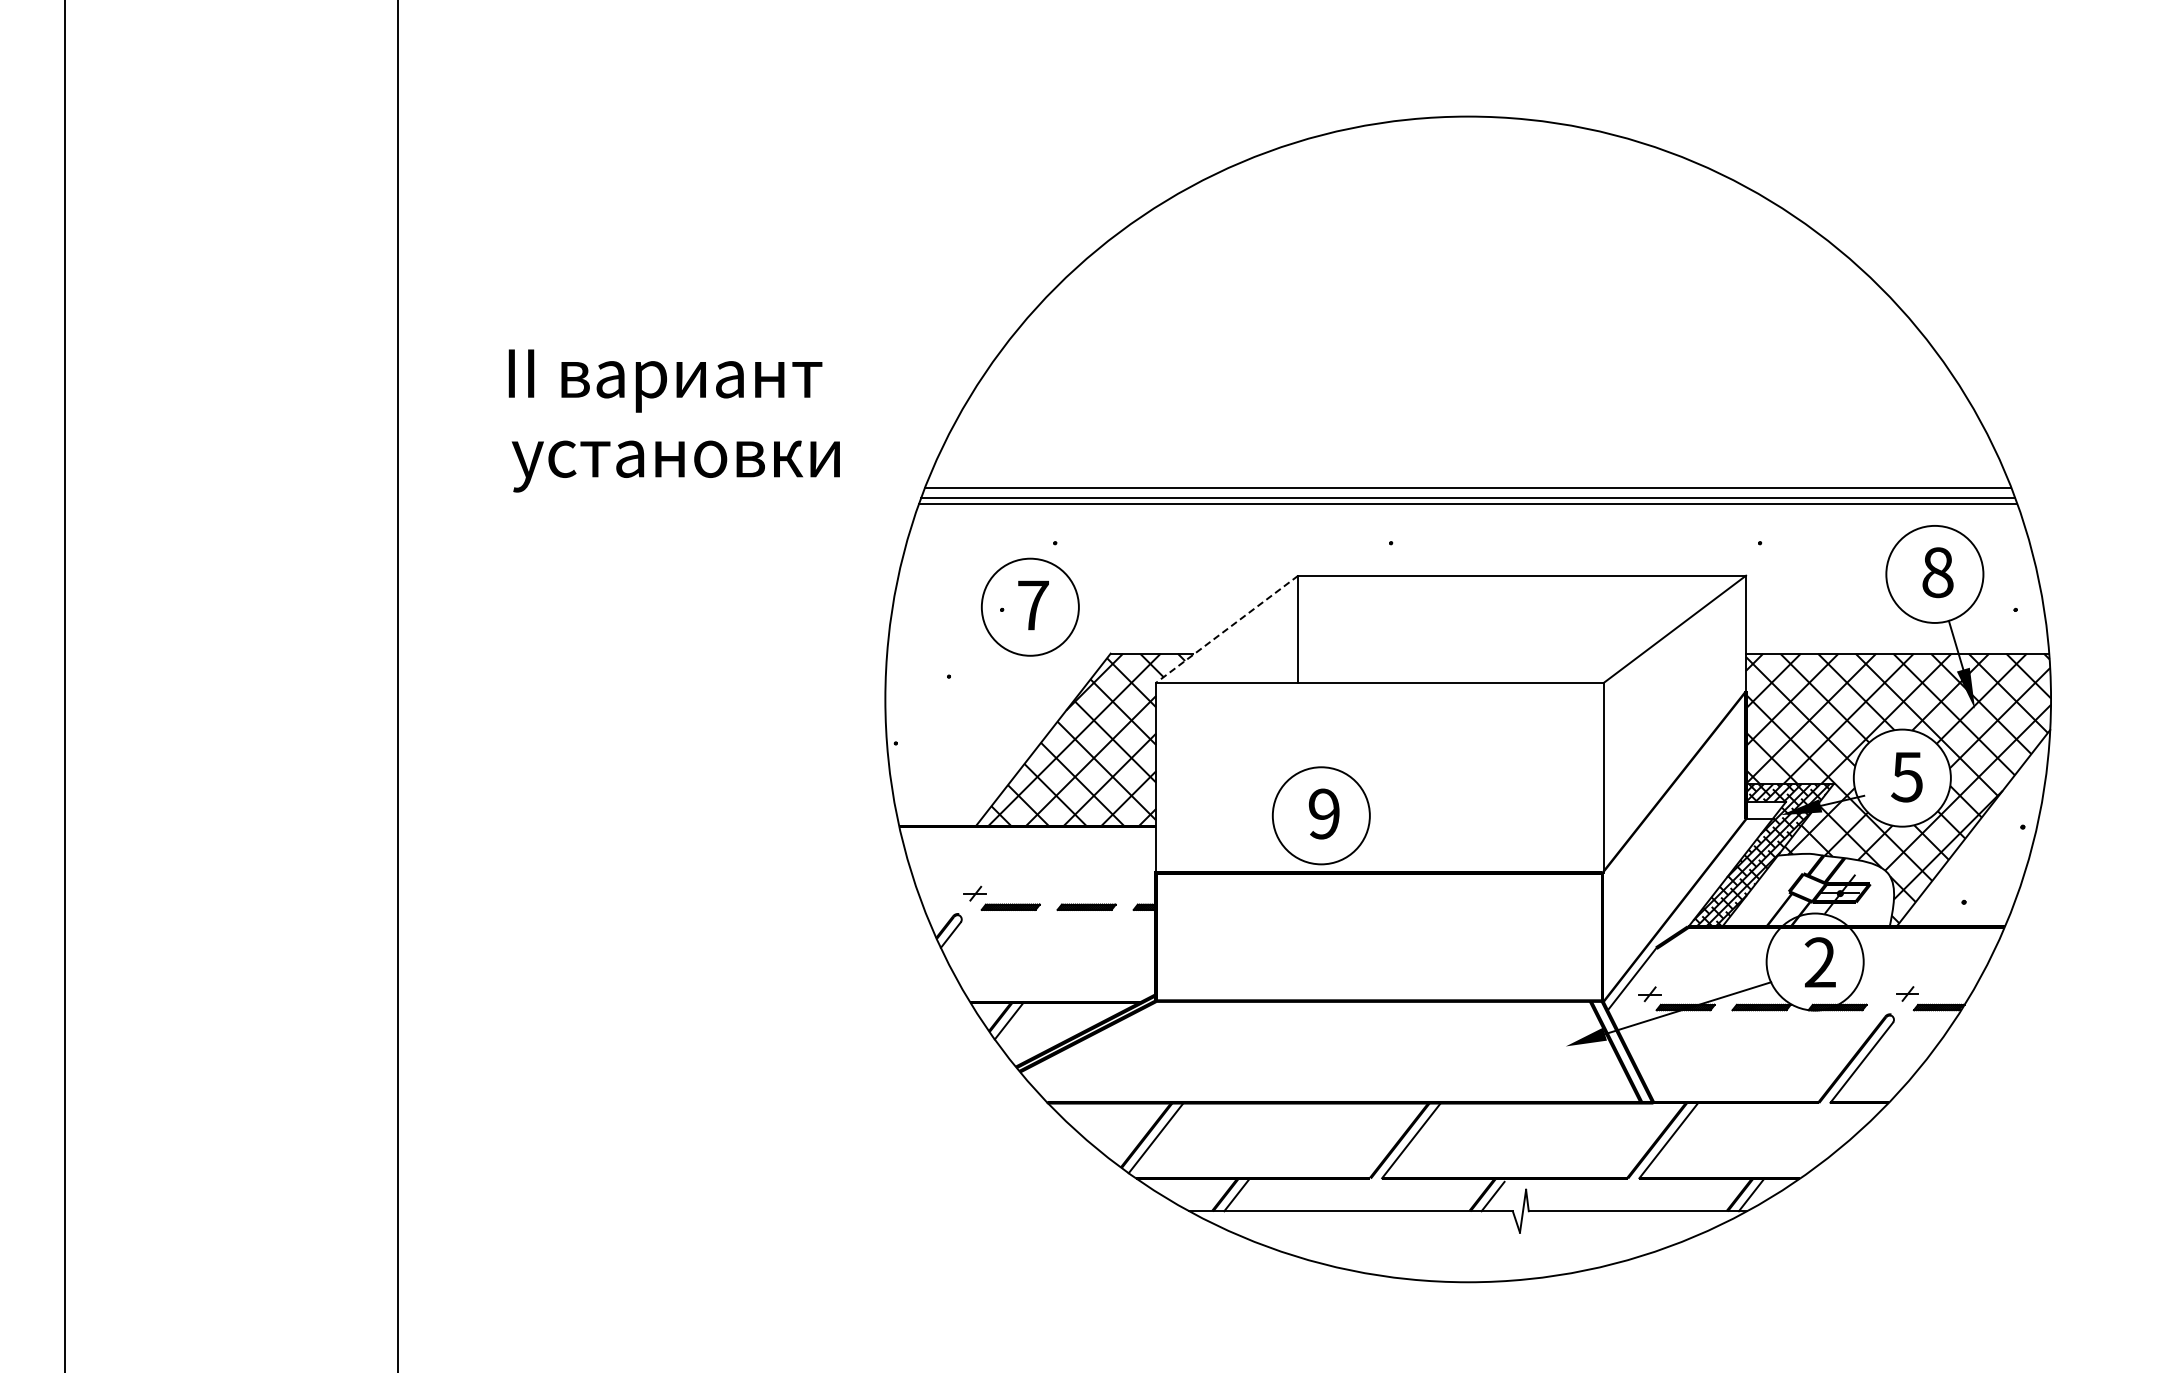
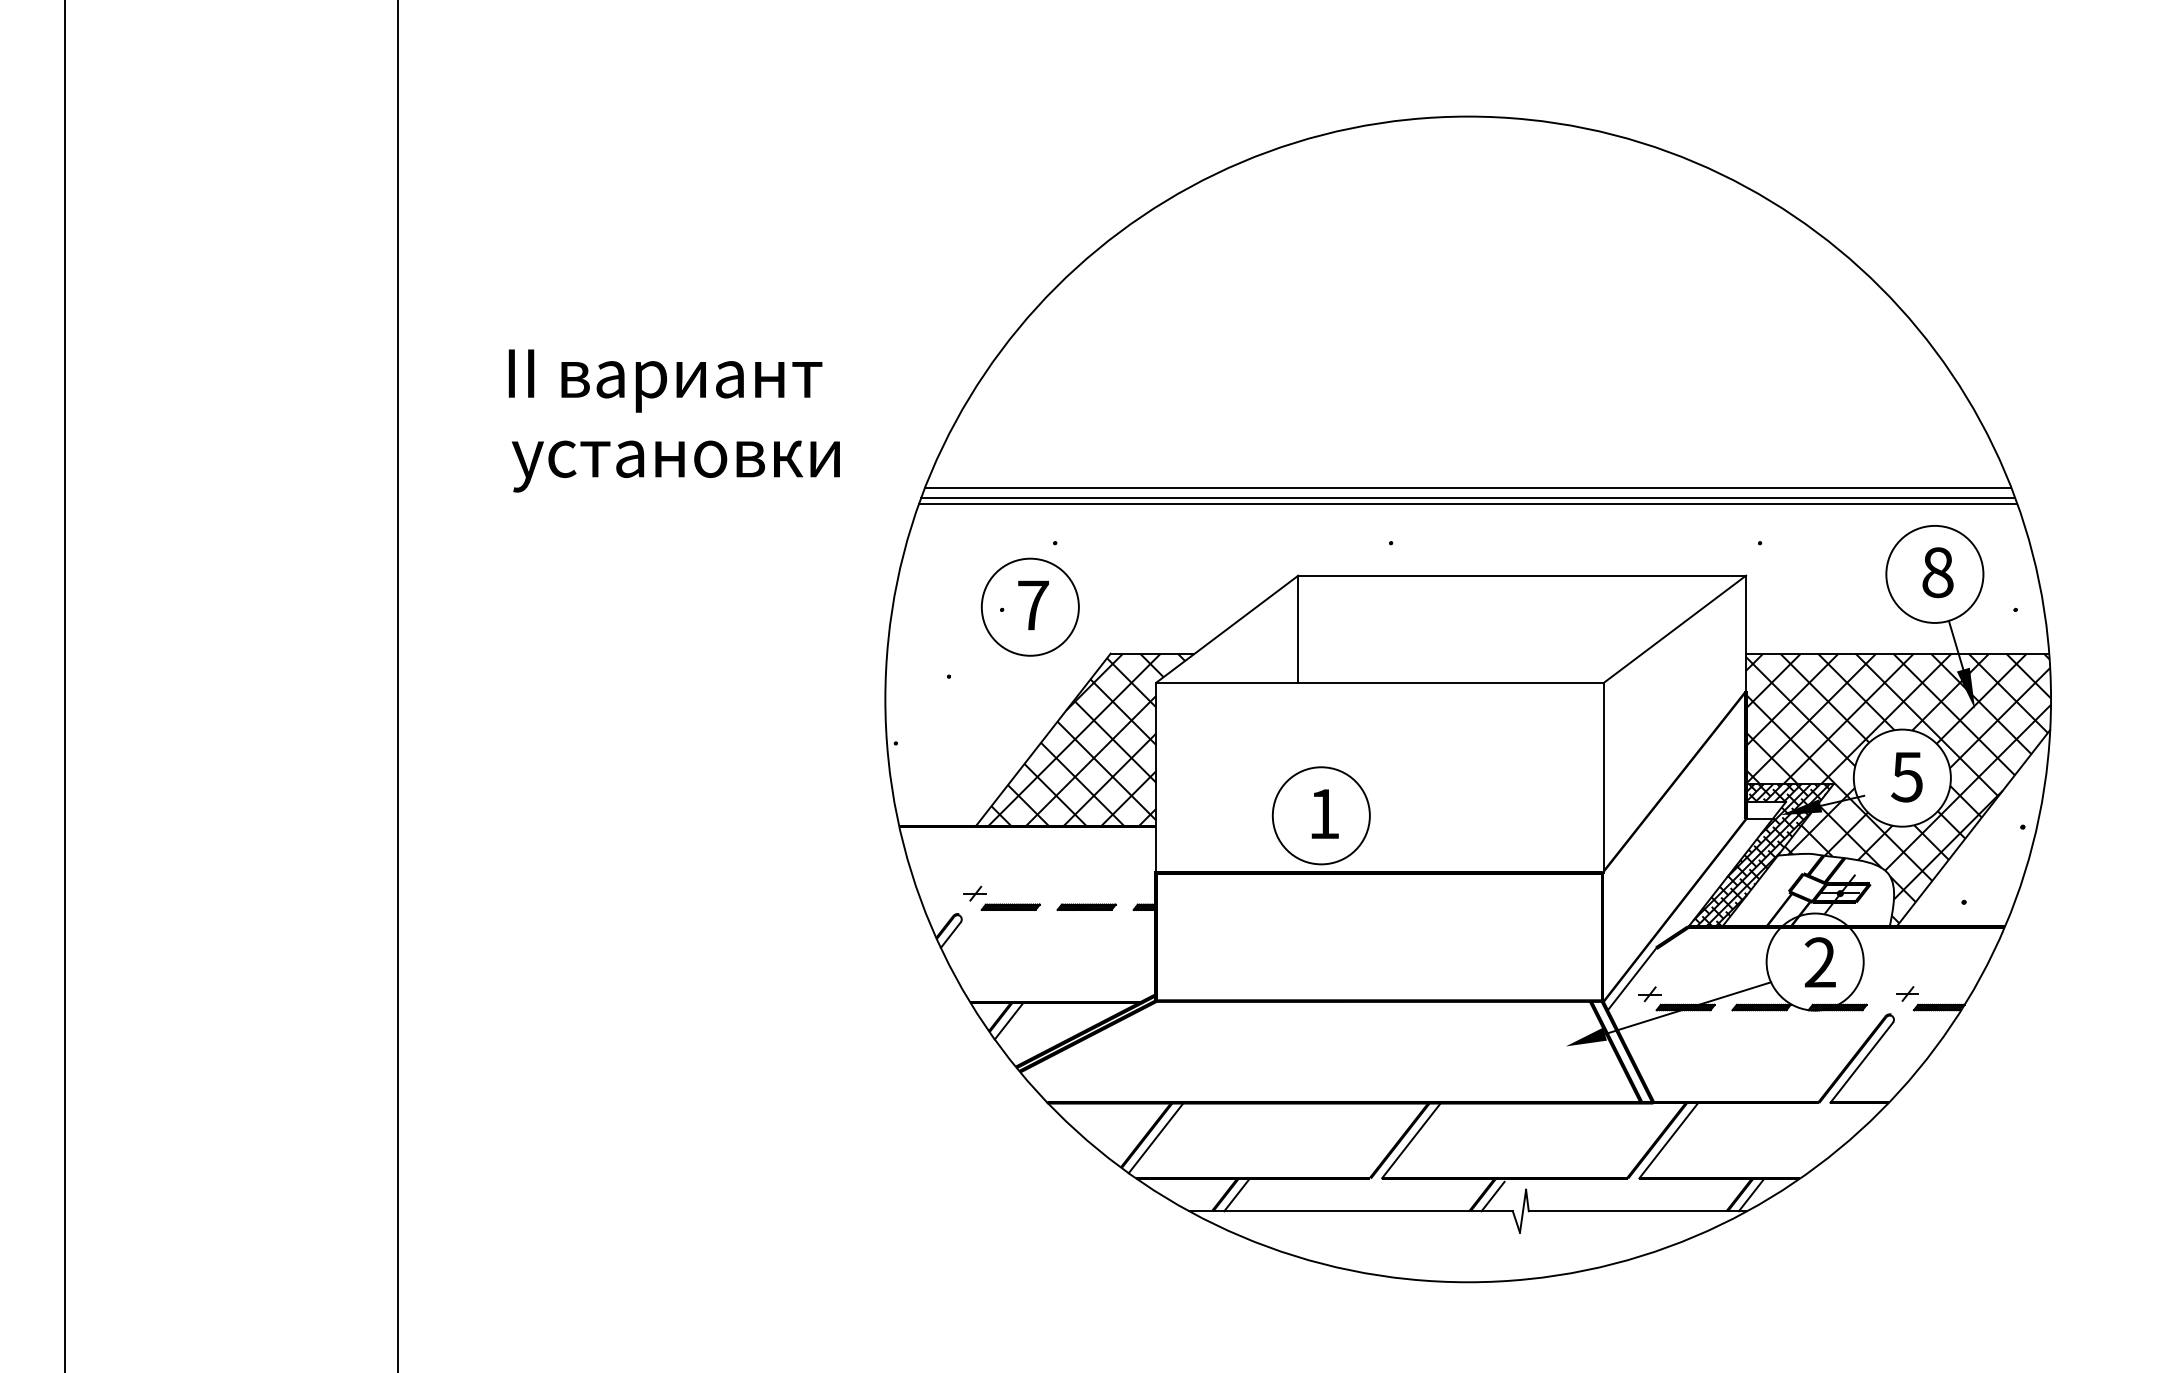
line at (1227, 629): dashed -> solid
text at (1323, 813): 9 -> 1
